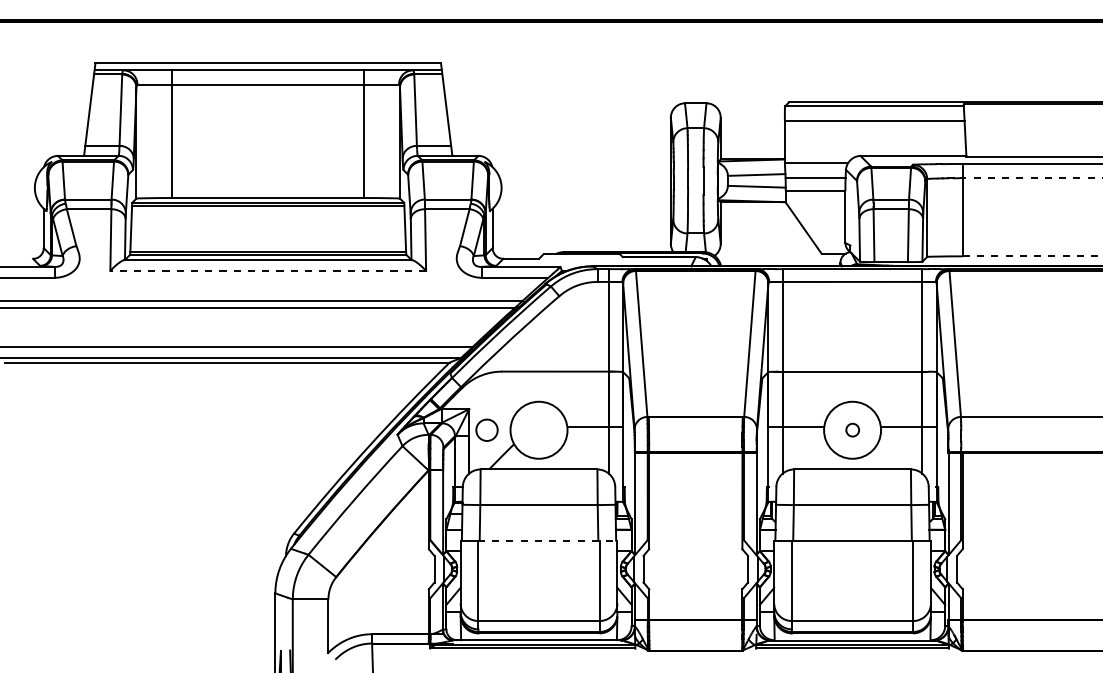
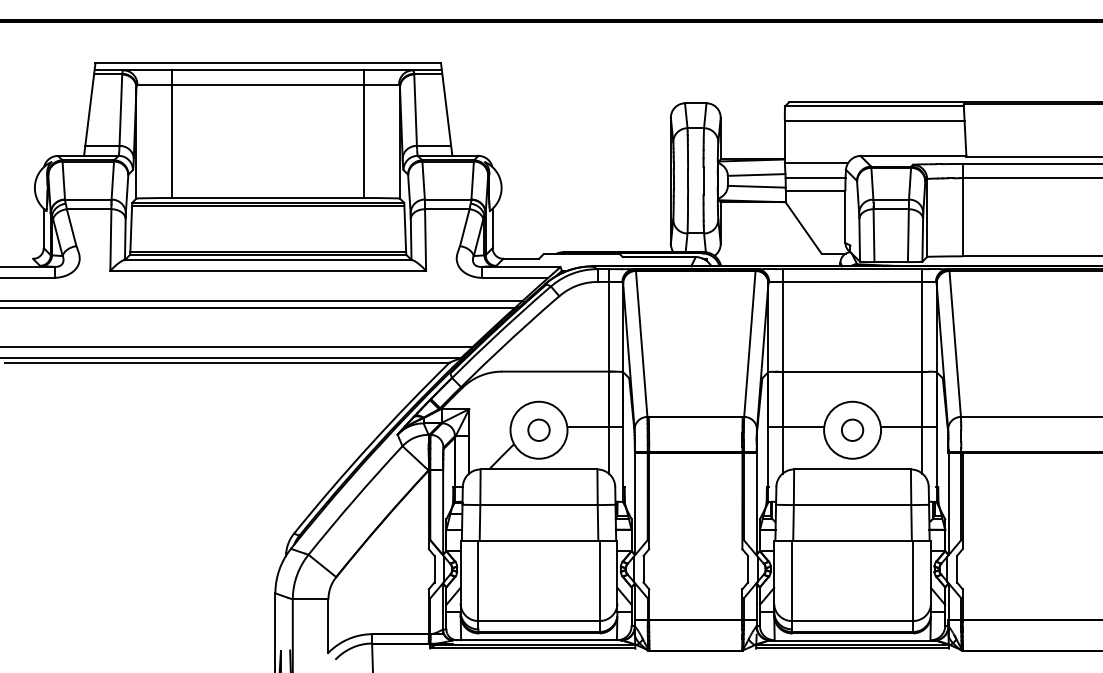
line at (1030, 178): dashed -> solid
line at (1032, 256): dashed -> solid
line at (268, 270): dashed -> solid
circle at (486, 429) position: (486, 429) -> (538, 429)
circle at (852, 429) size: 15x16 px -> 24x24 px
line at (547, 540): dashed -> solid
